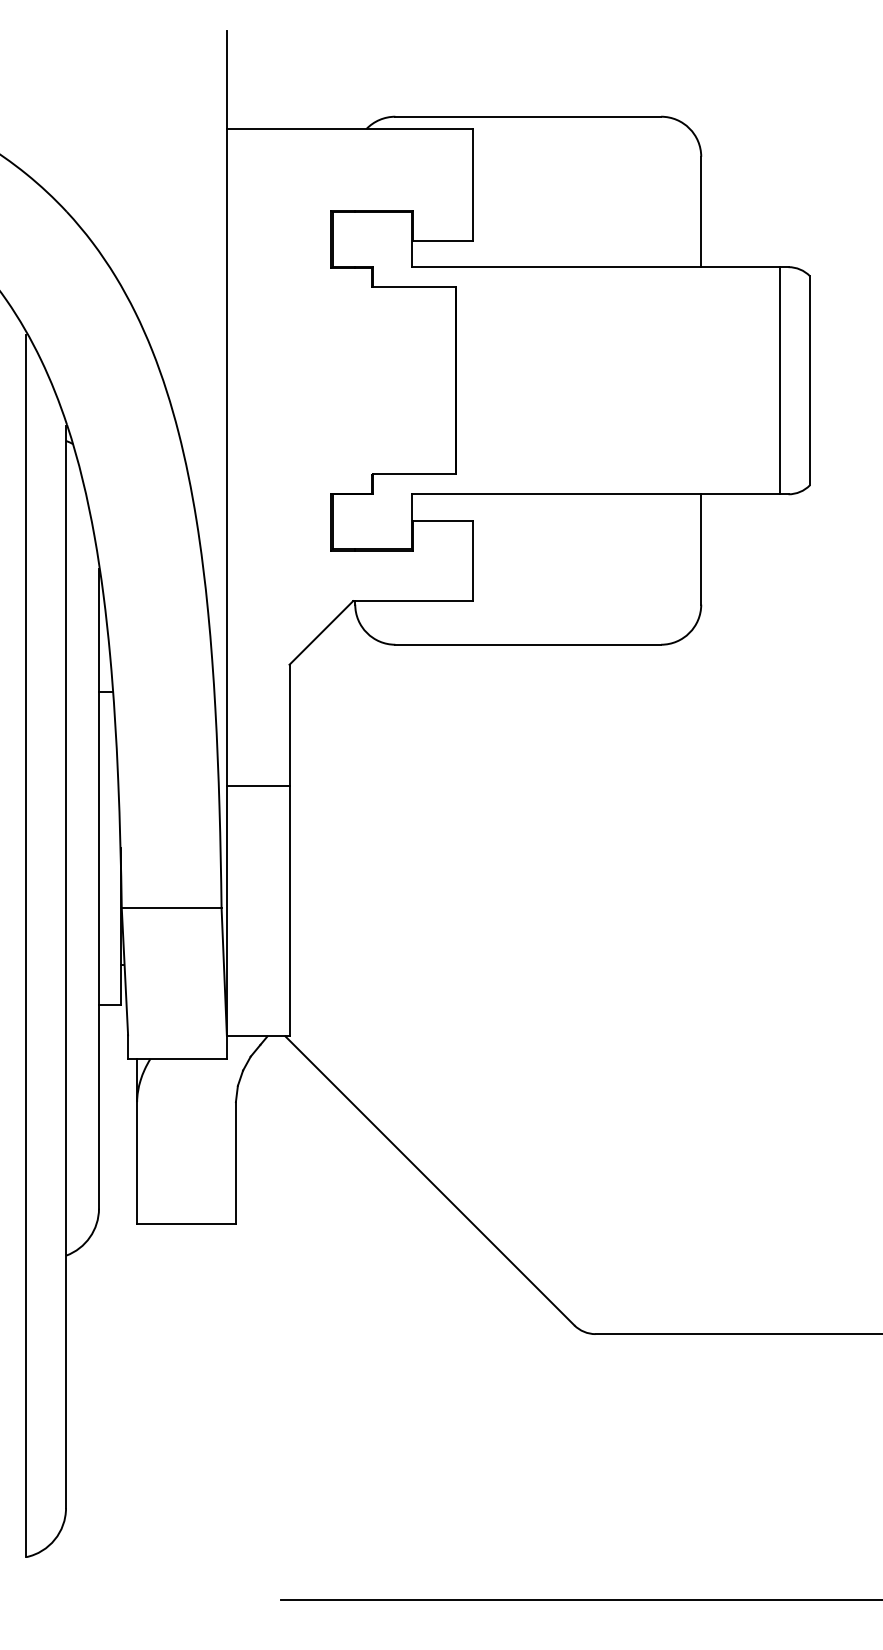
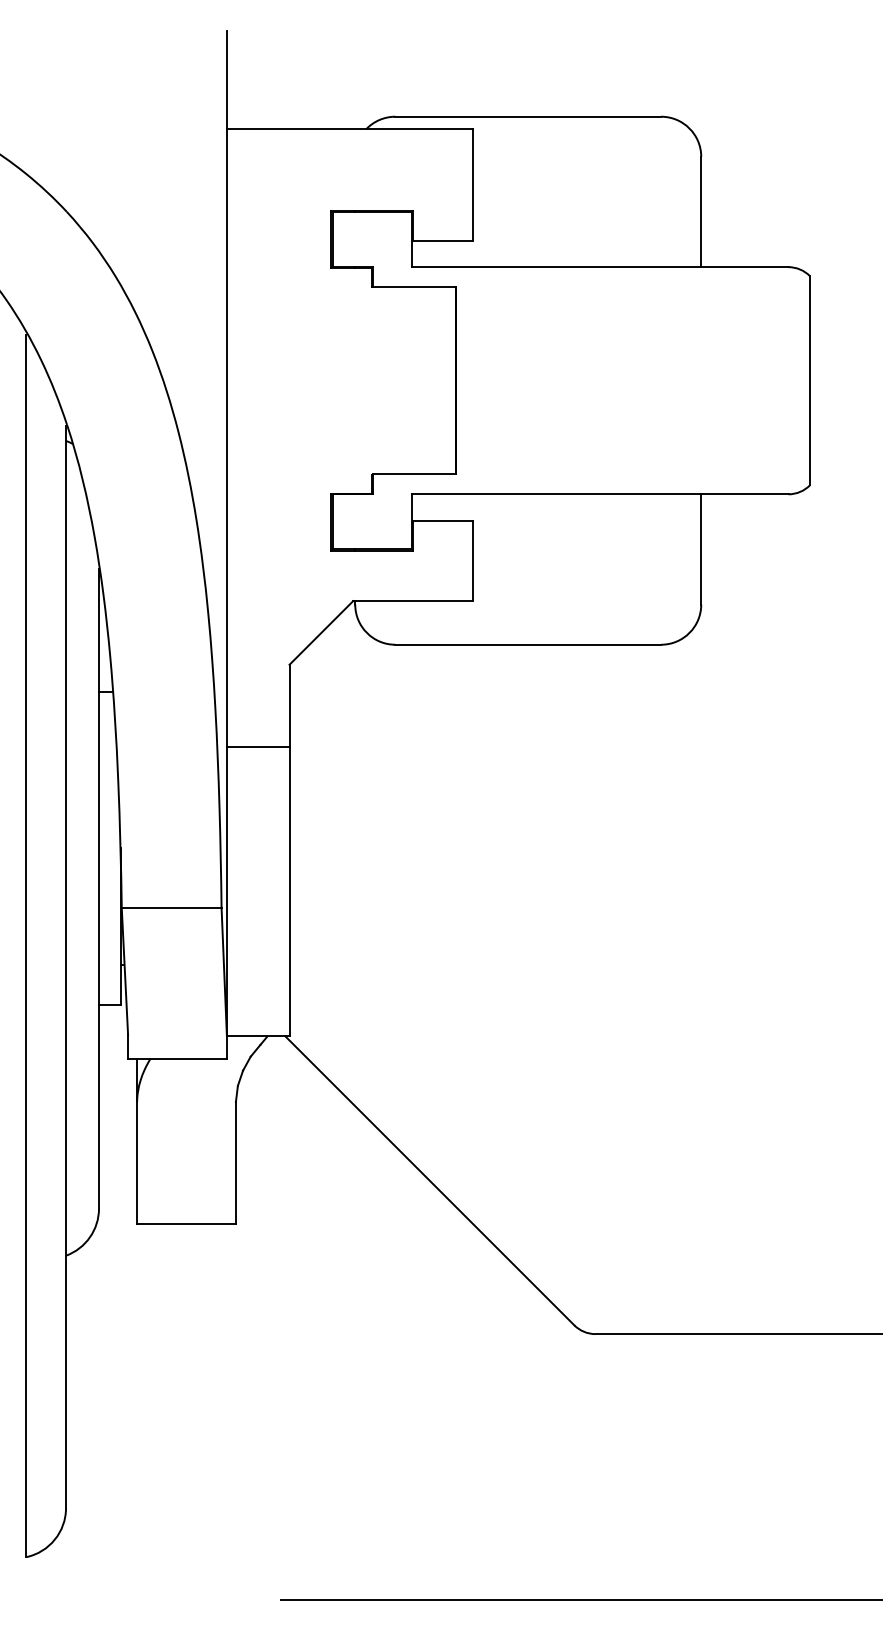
line at (779, 380): present -> none
line at (257, 785) position: (257, 785) -> (257, 746)
